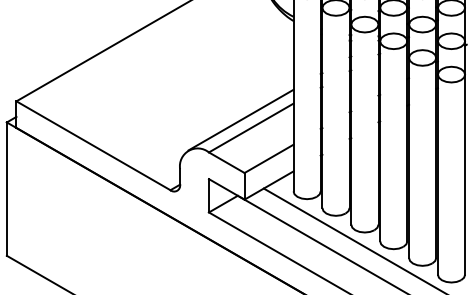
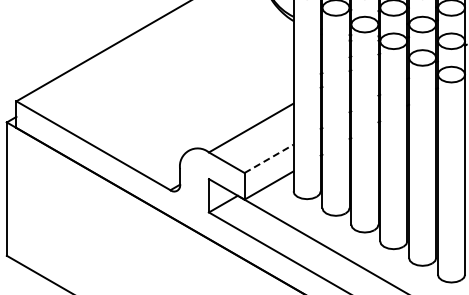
line at (240, 119): present -> none
line at (269, 158): solid -> dashed
line at (352, 239): present -> none
